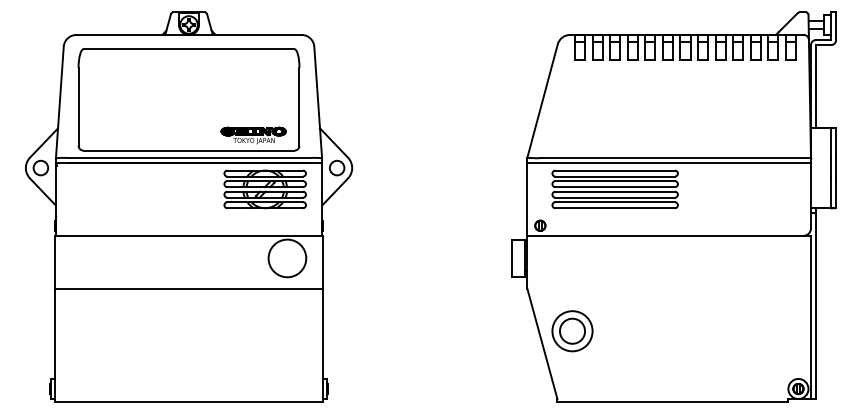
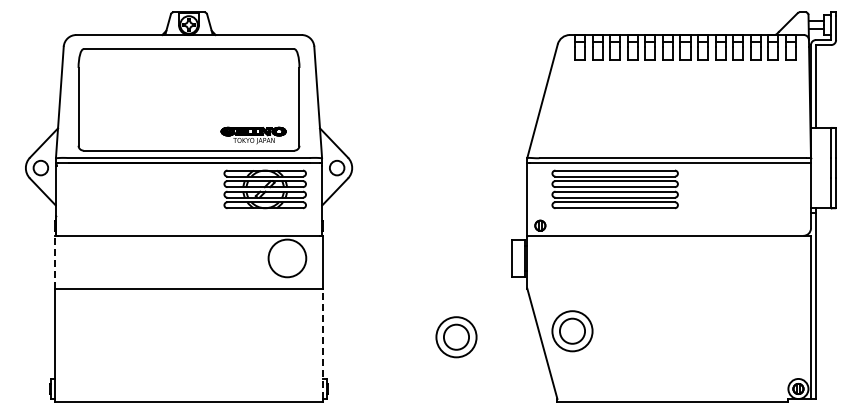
line at (55, 261): solid -> dashed
part at (456, 337): none -> present
line at (322, 343): solid -> dashed
